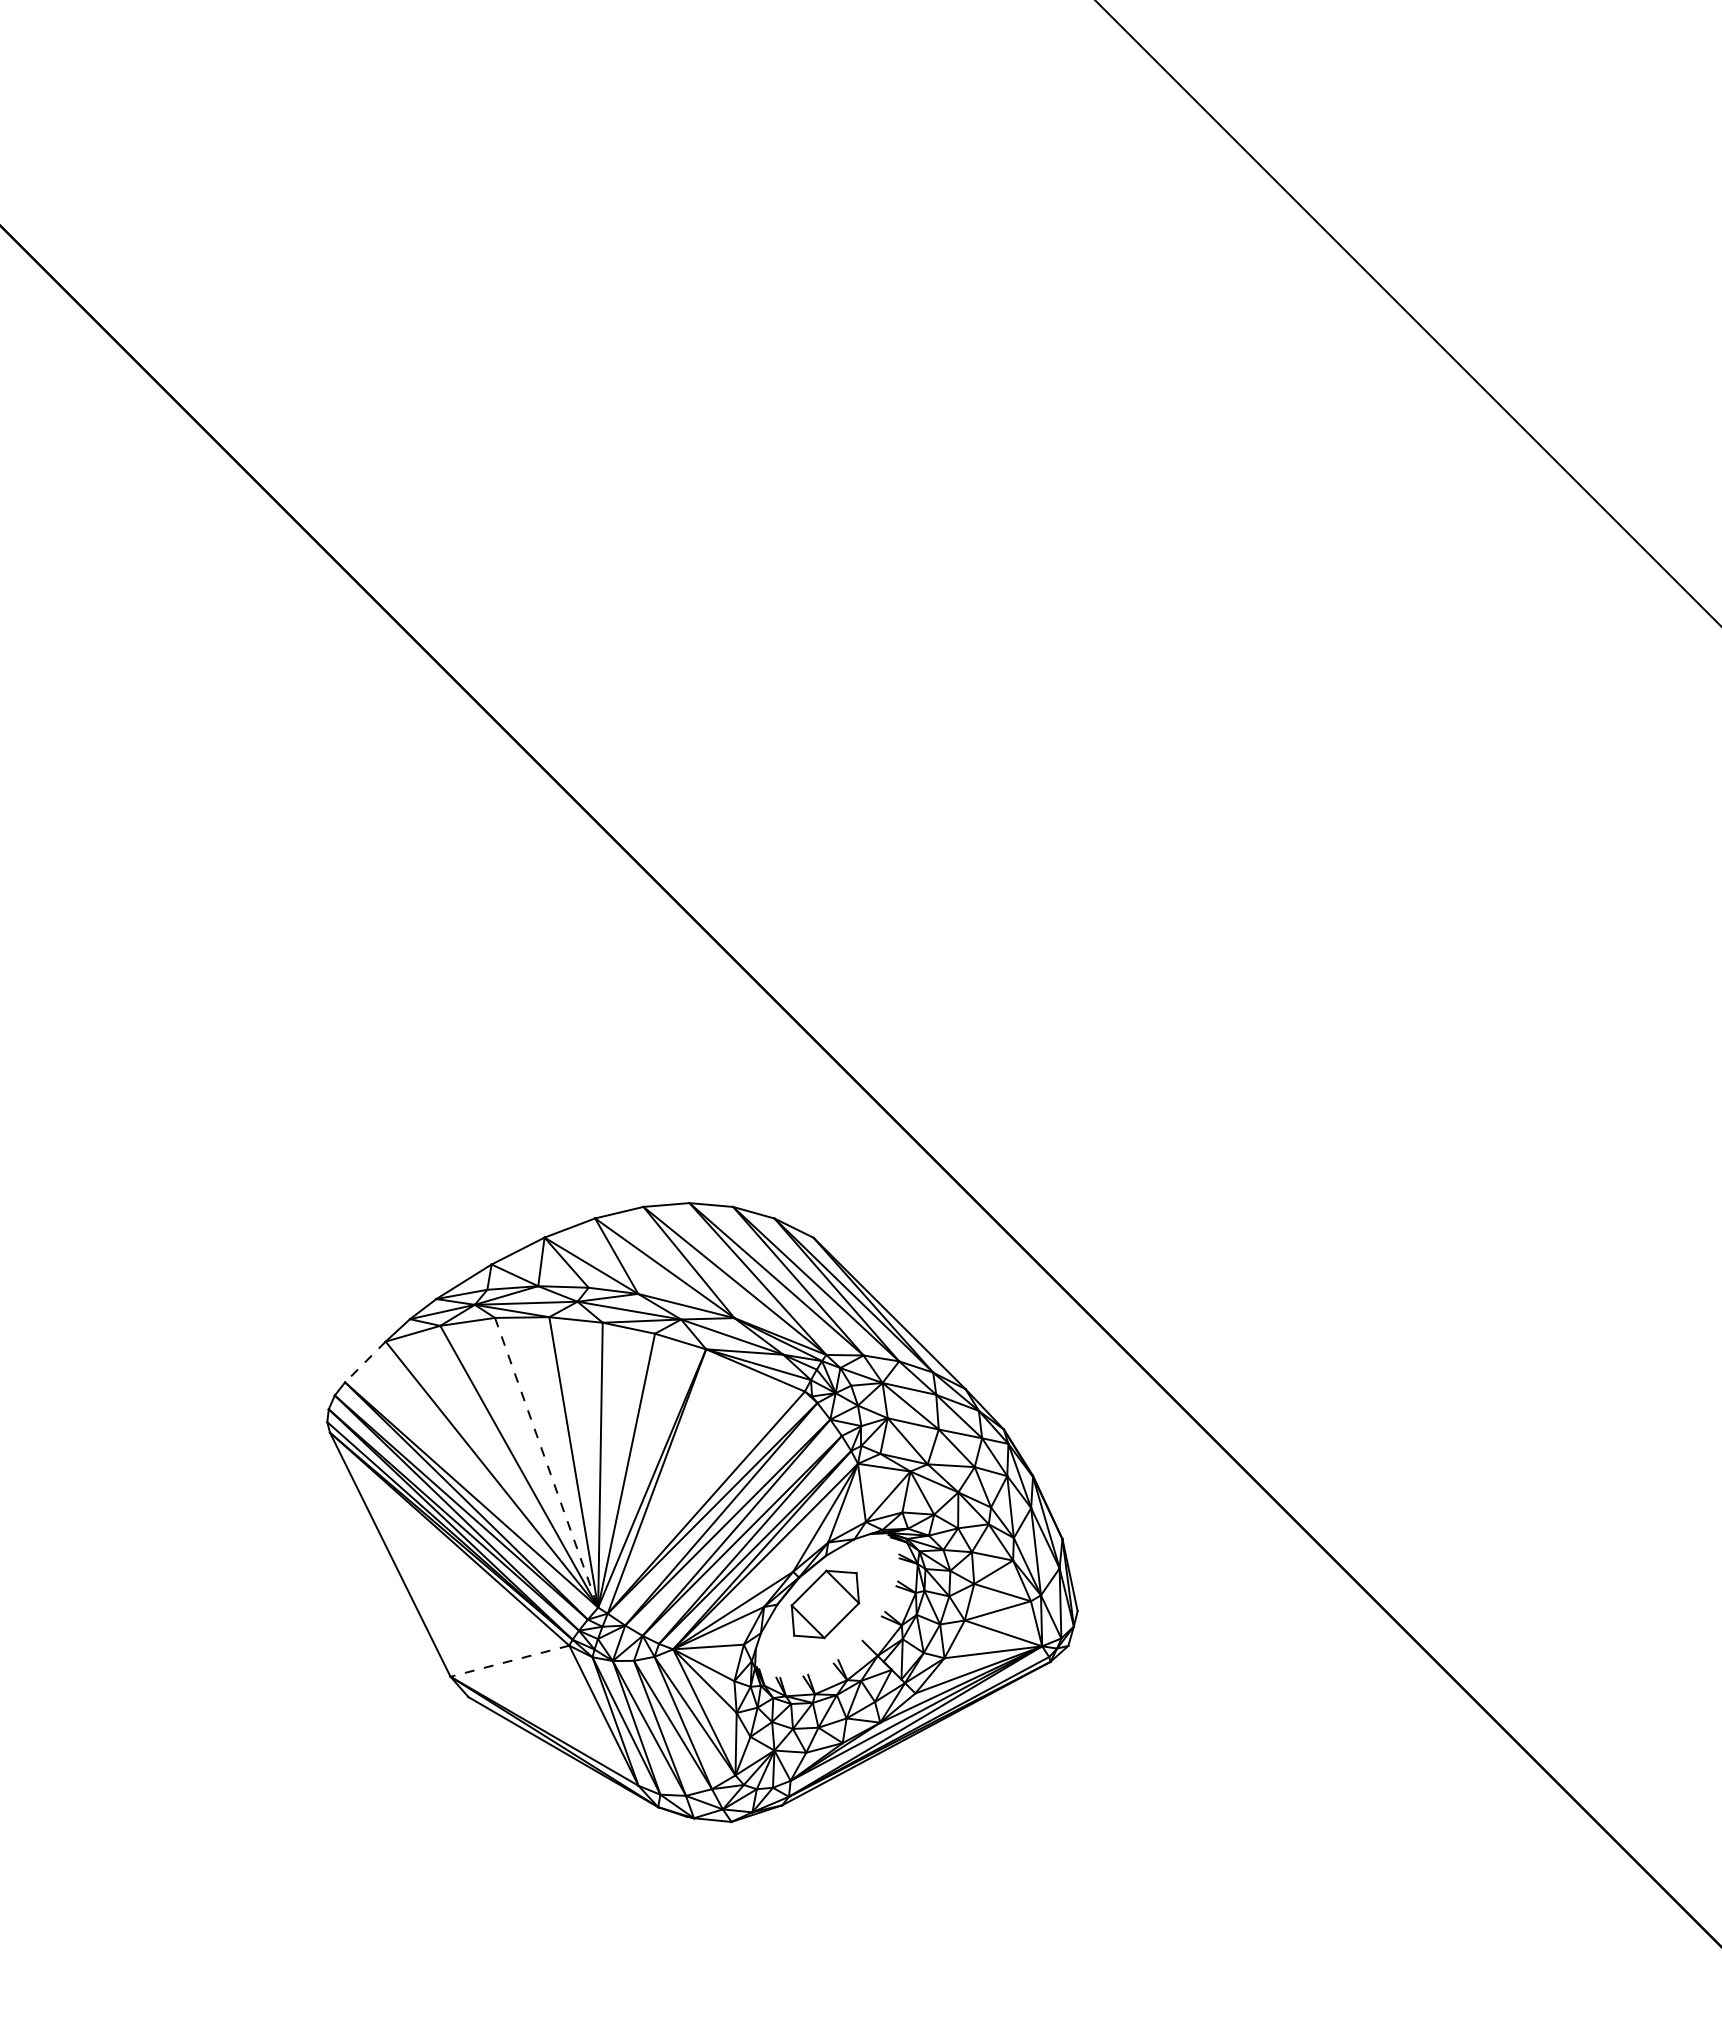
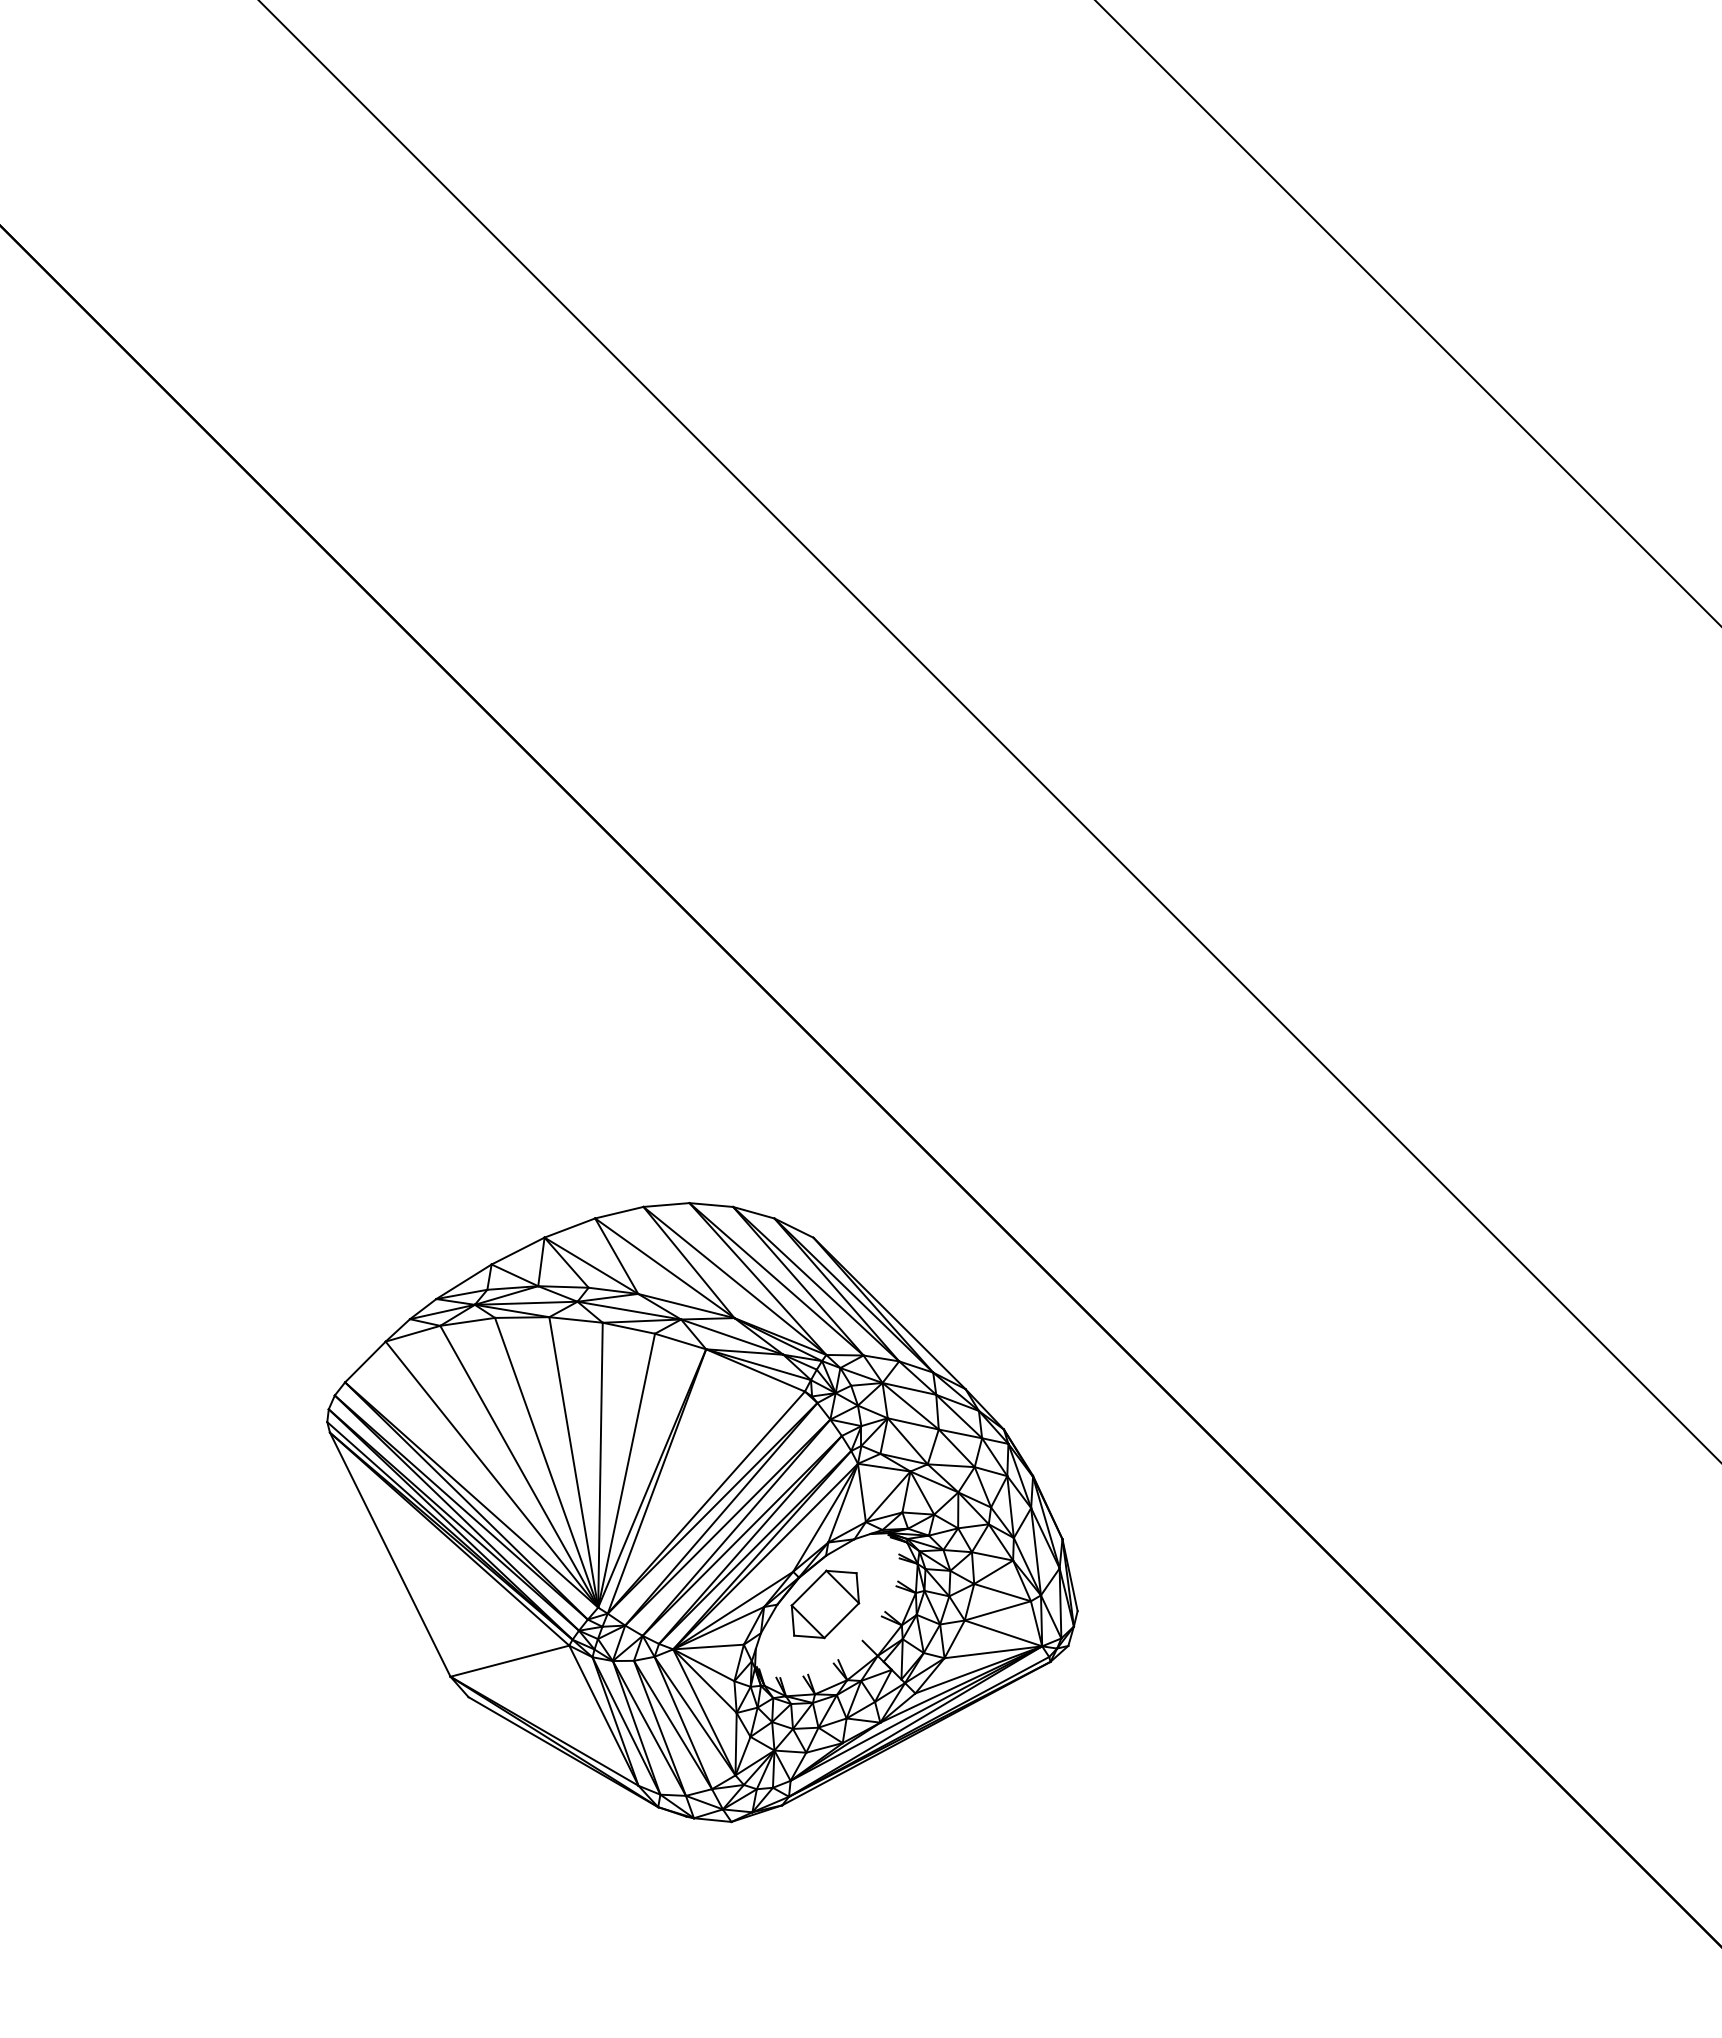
line at (989, 731): none -> present
line at (365, 1362): dashed -> solid
line at (546, 1462): dashed -> solid
line at (509, 1661): dashed -> solid
